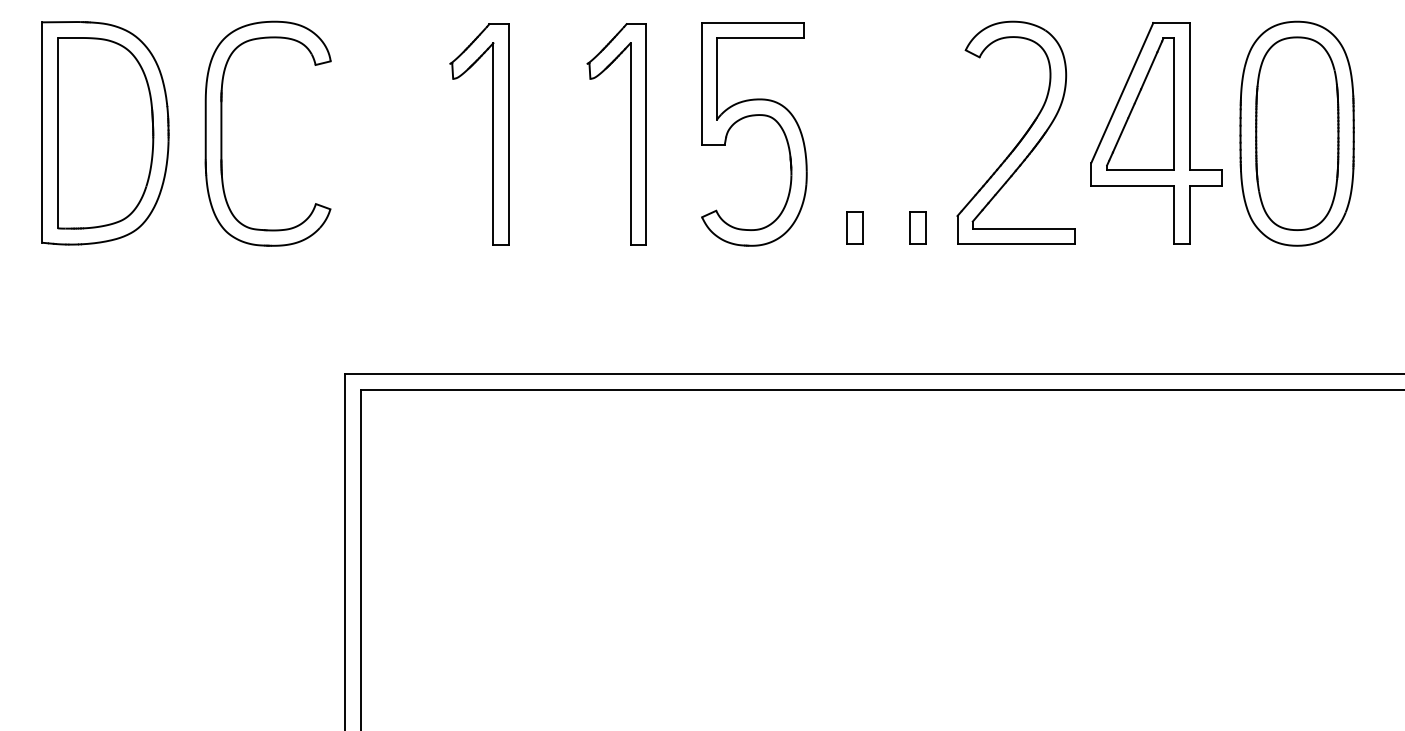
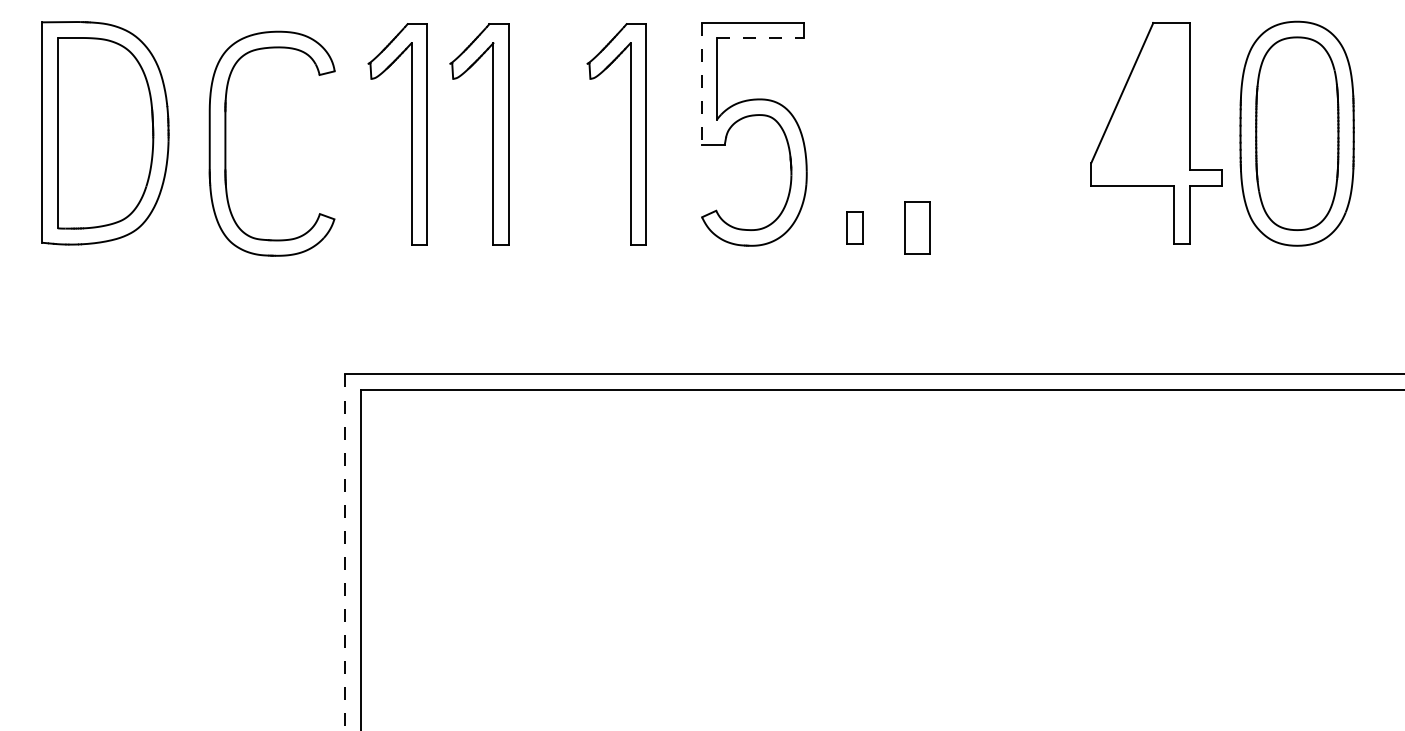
line at (760, 38): solid -> dashed
line at (701, 83): solid -> dashed
part at (1140, 103): present -> none
part at (222, 133) position: (222, 133) -> (226, 143)
part at (411, 134): none -> present
part at (1021, 137): present -> none
part at (917, 227) size: 18x34 px -> 27x54 px
line at (344, 553): solid -> dashed
